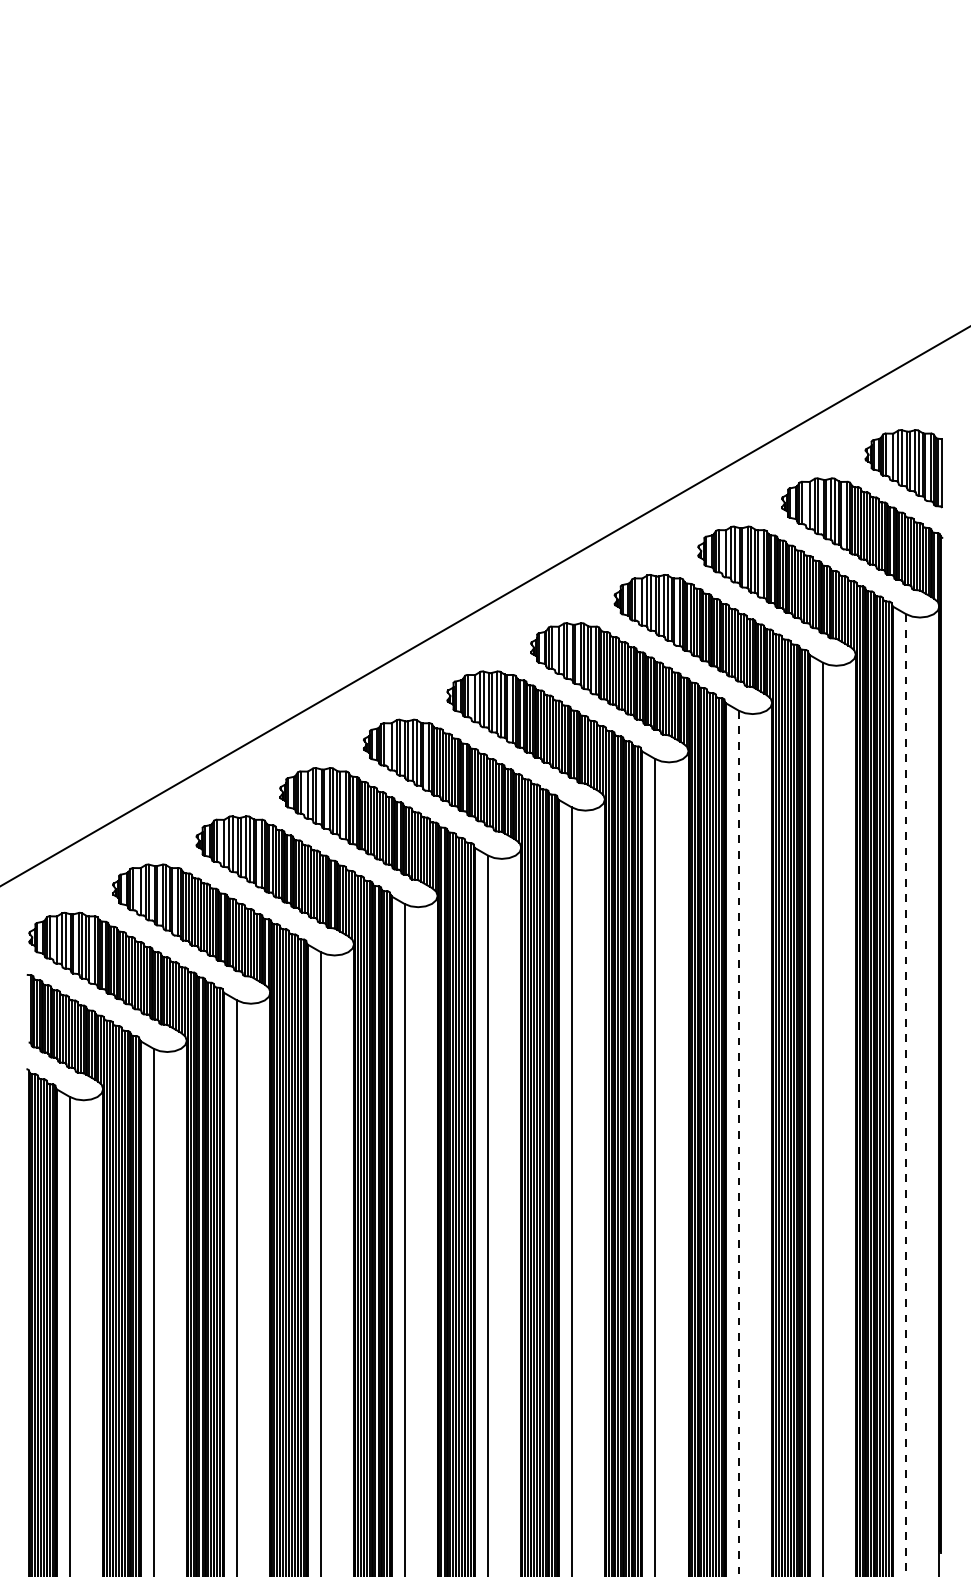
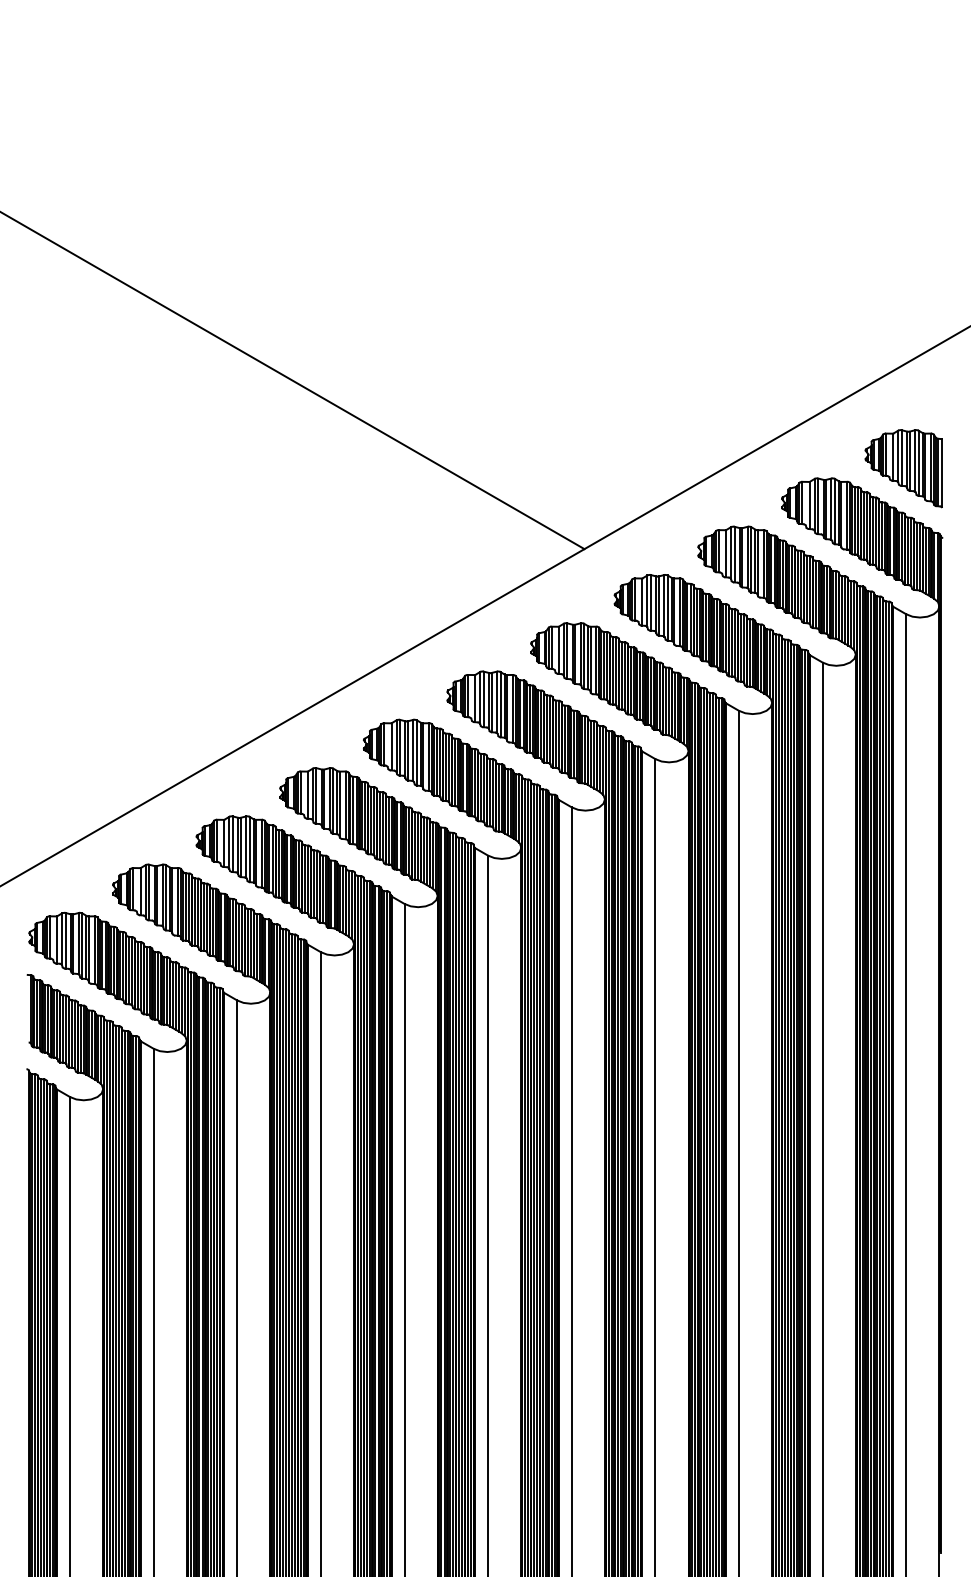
line at (293, 381): none -> present
line at (906, 1096): dashed -> solid
line at (739, 1143): dashed -> solid
